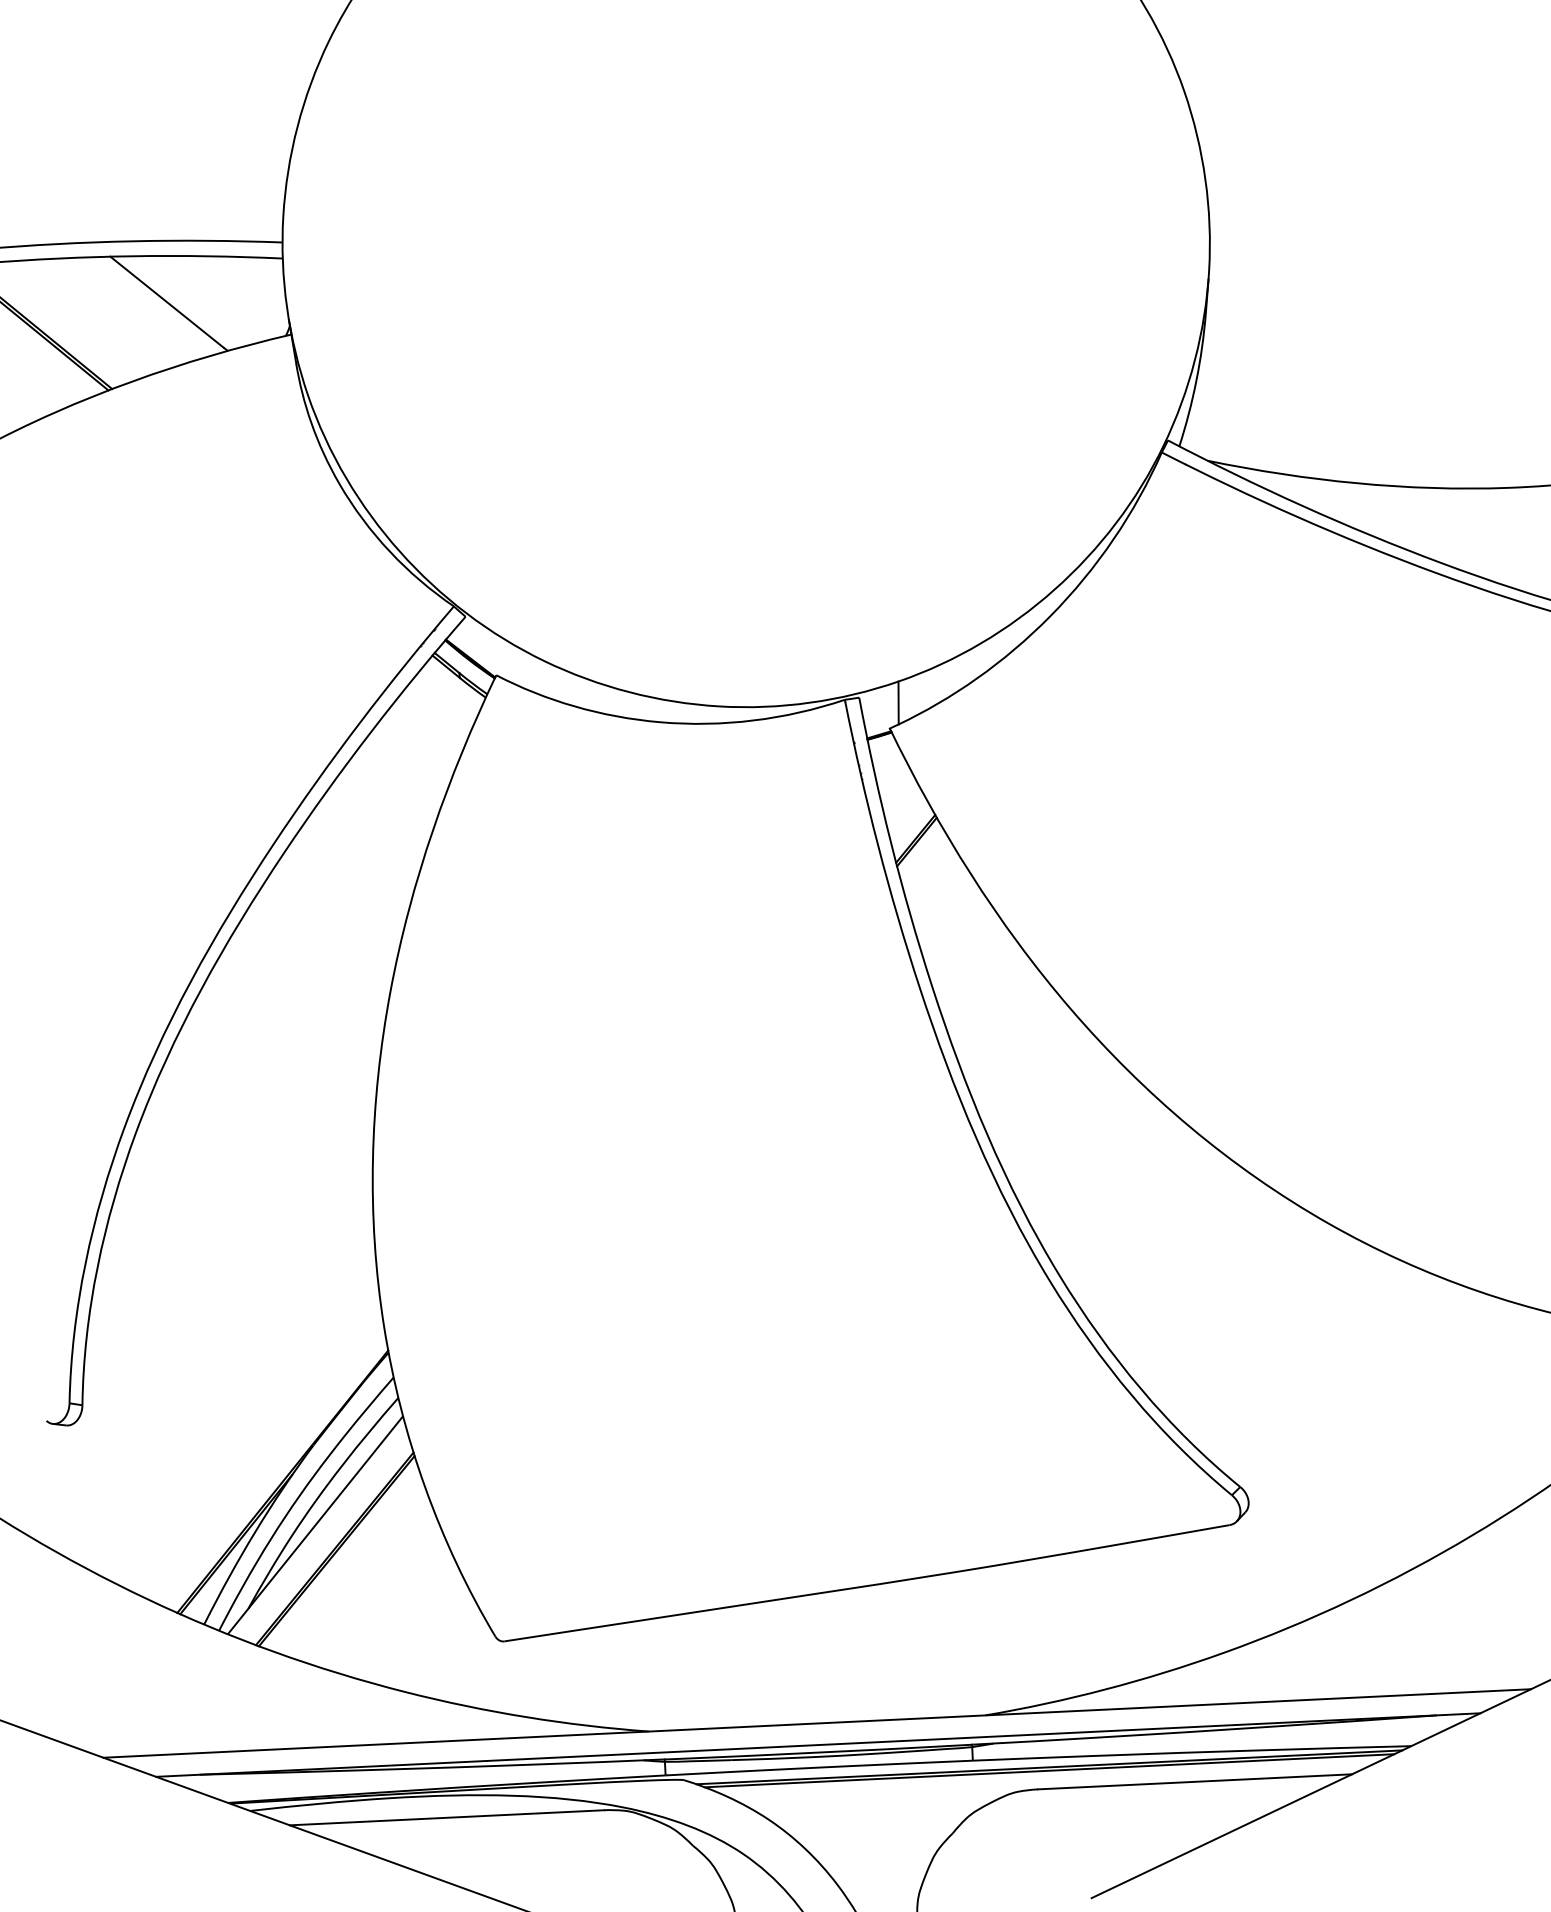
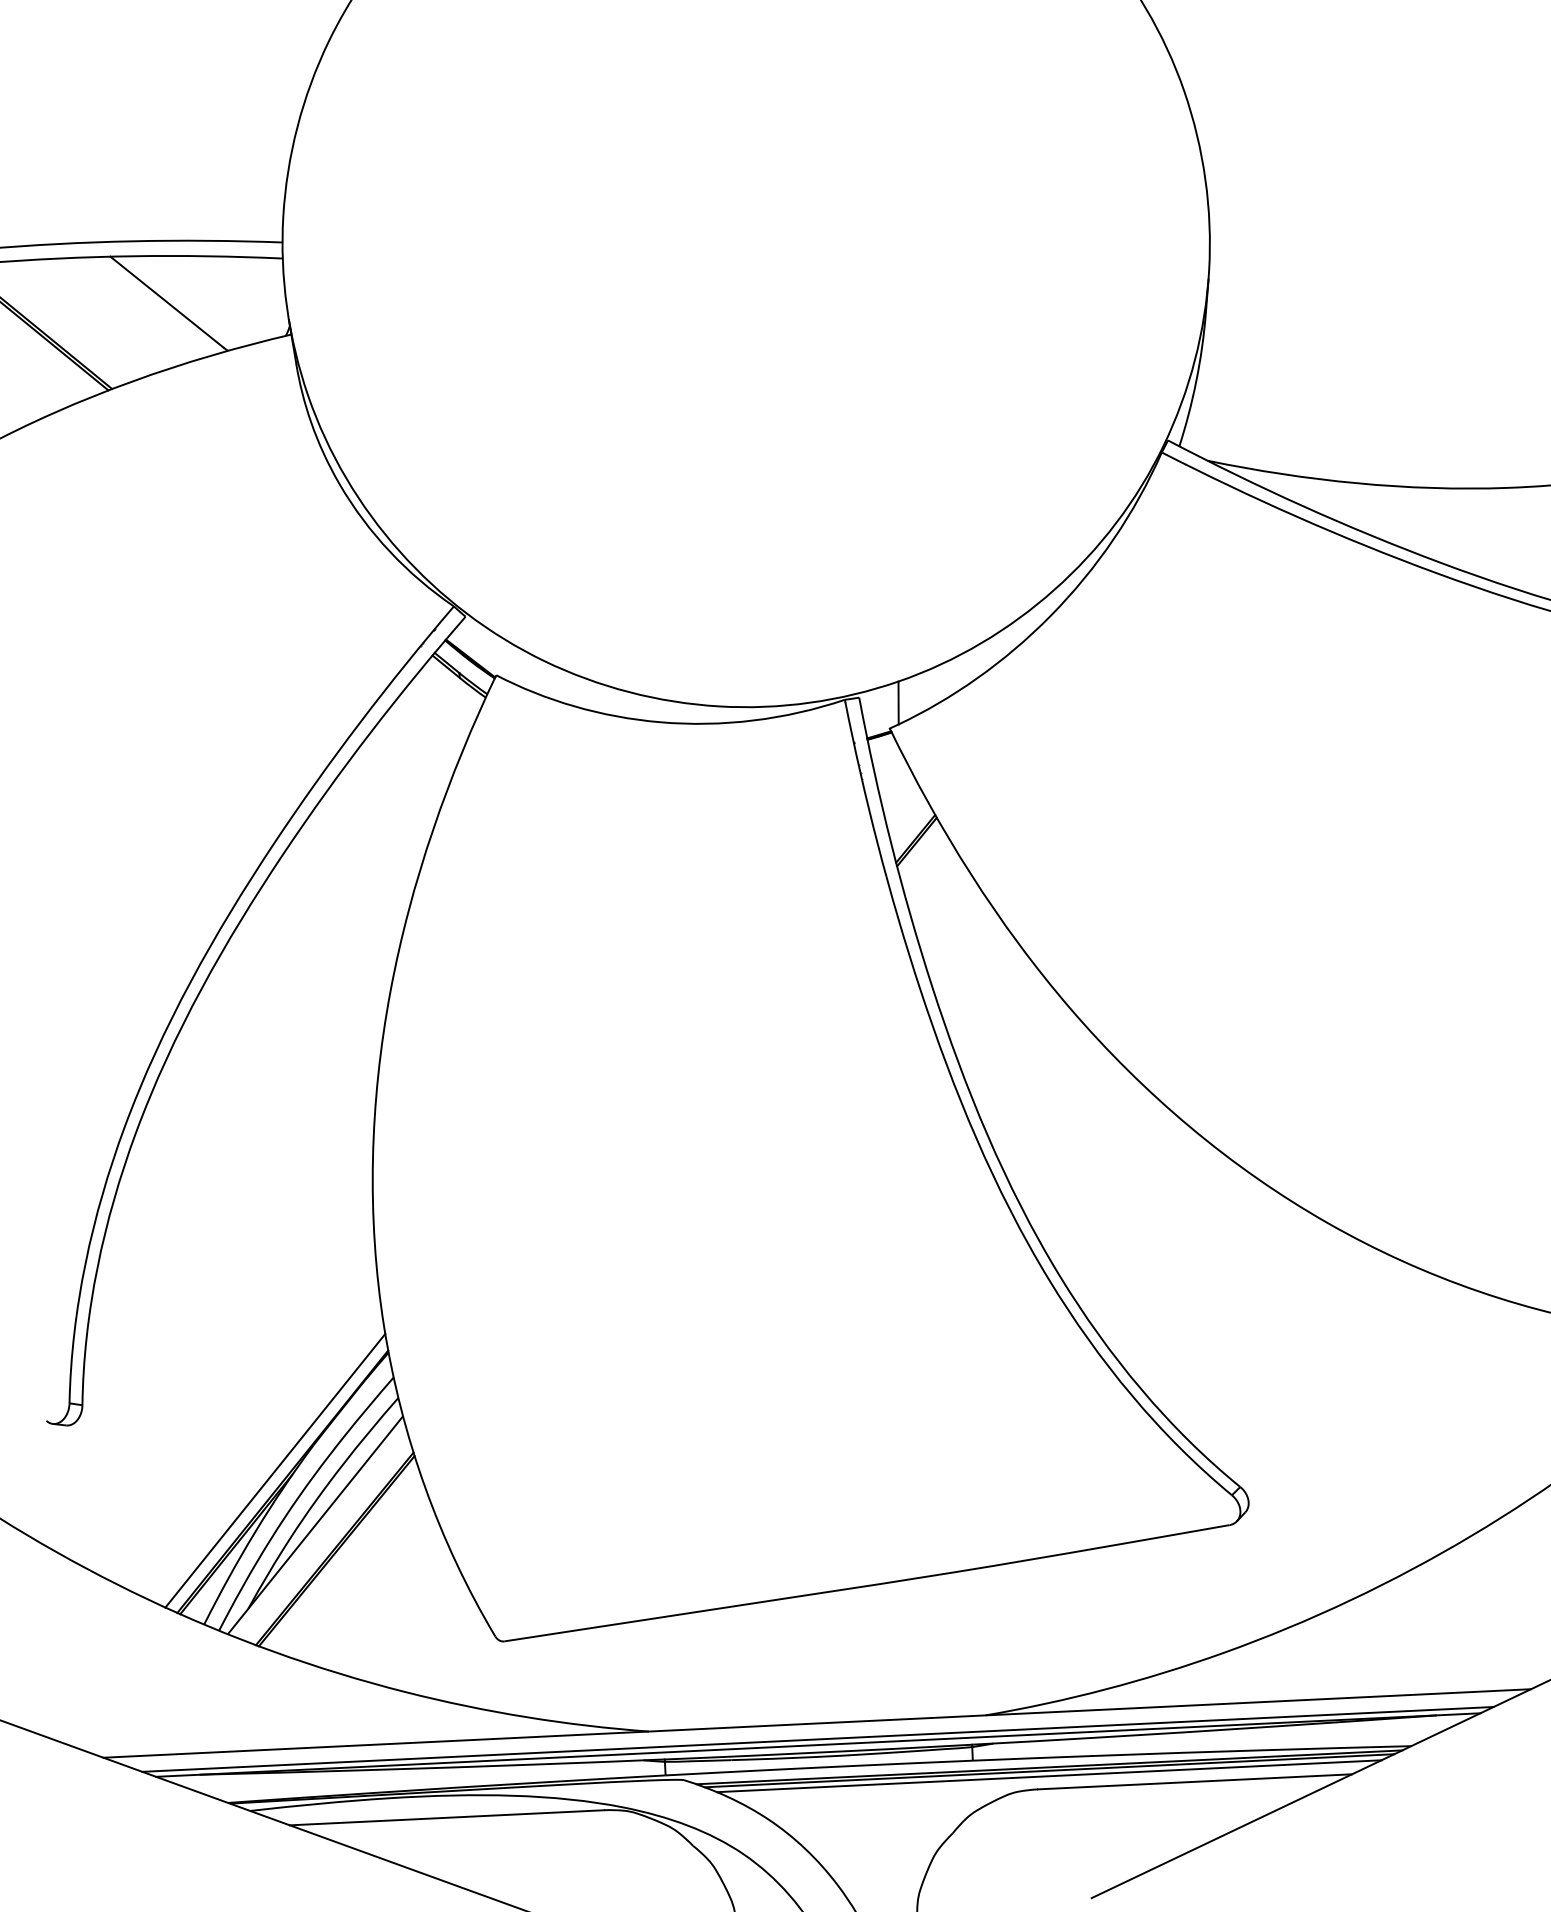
line at (275, 1470): none -> present
line at (817, 1738): none -> present
line at (1049, 1776): none -> present
